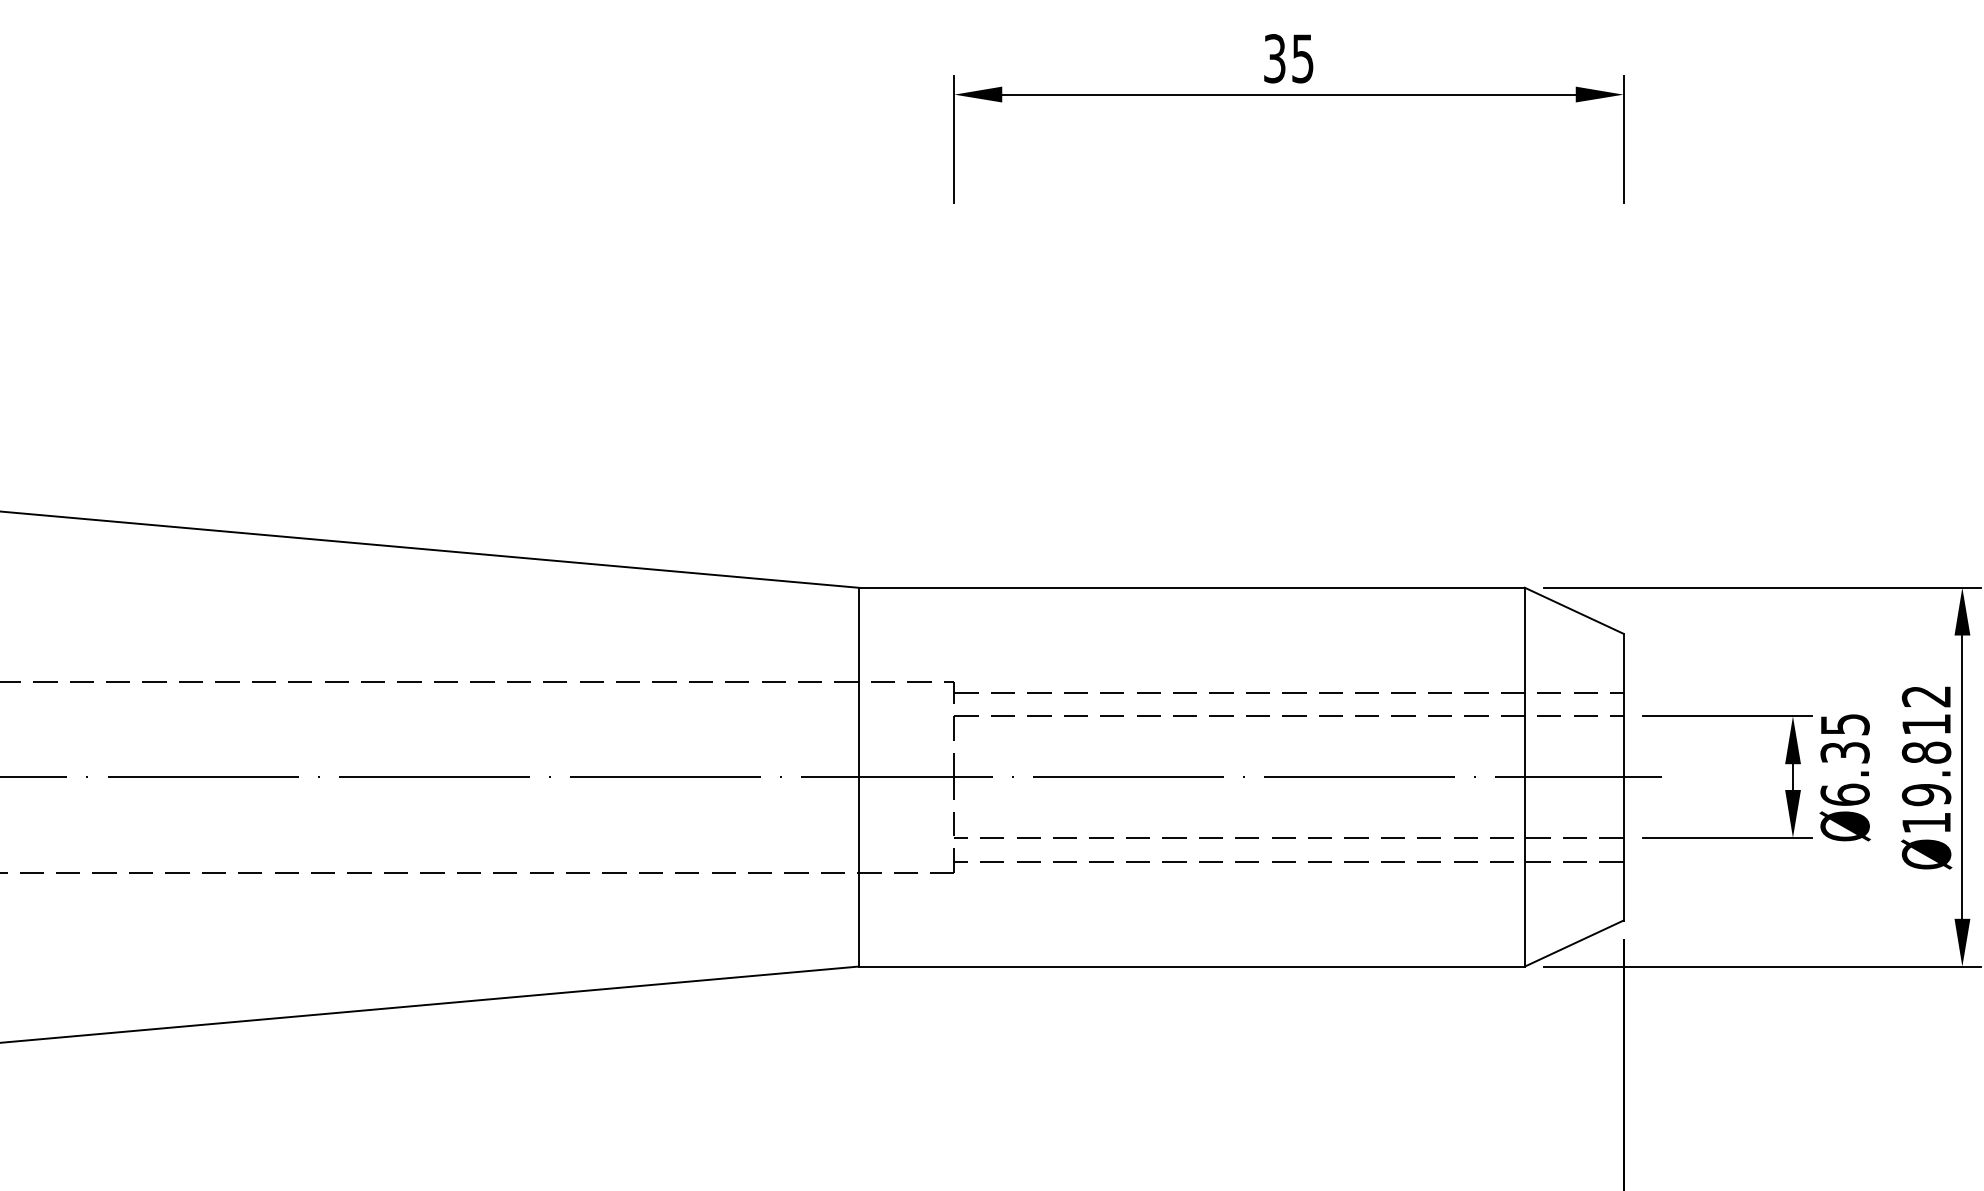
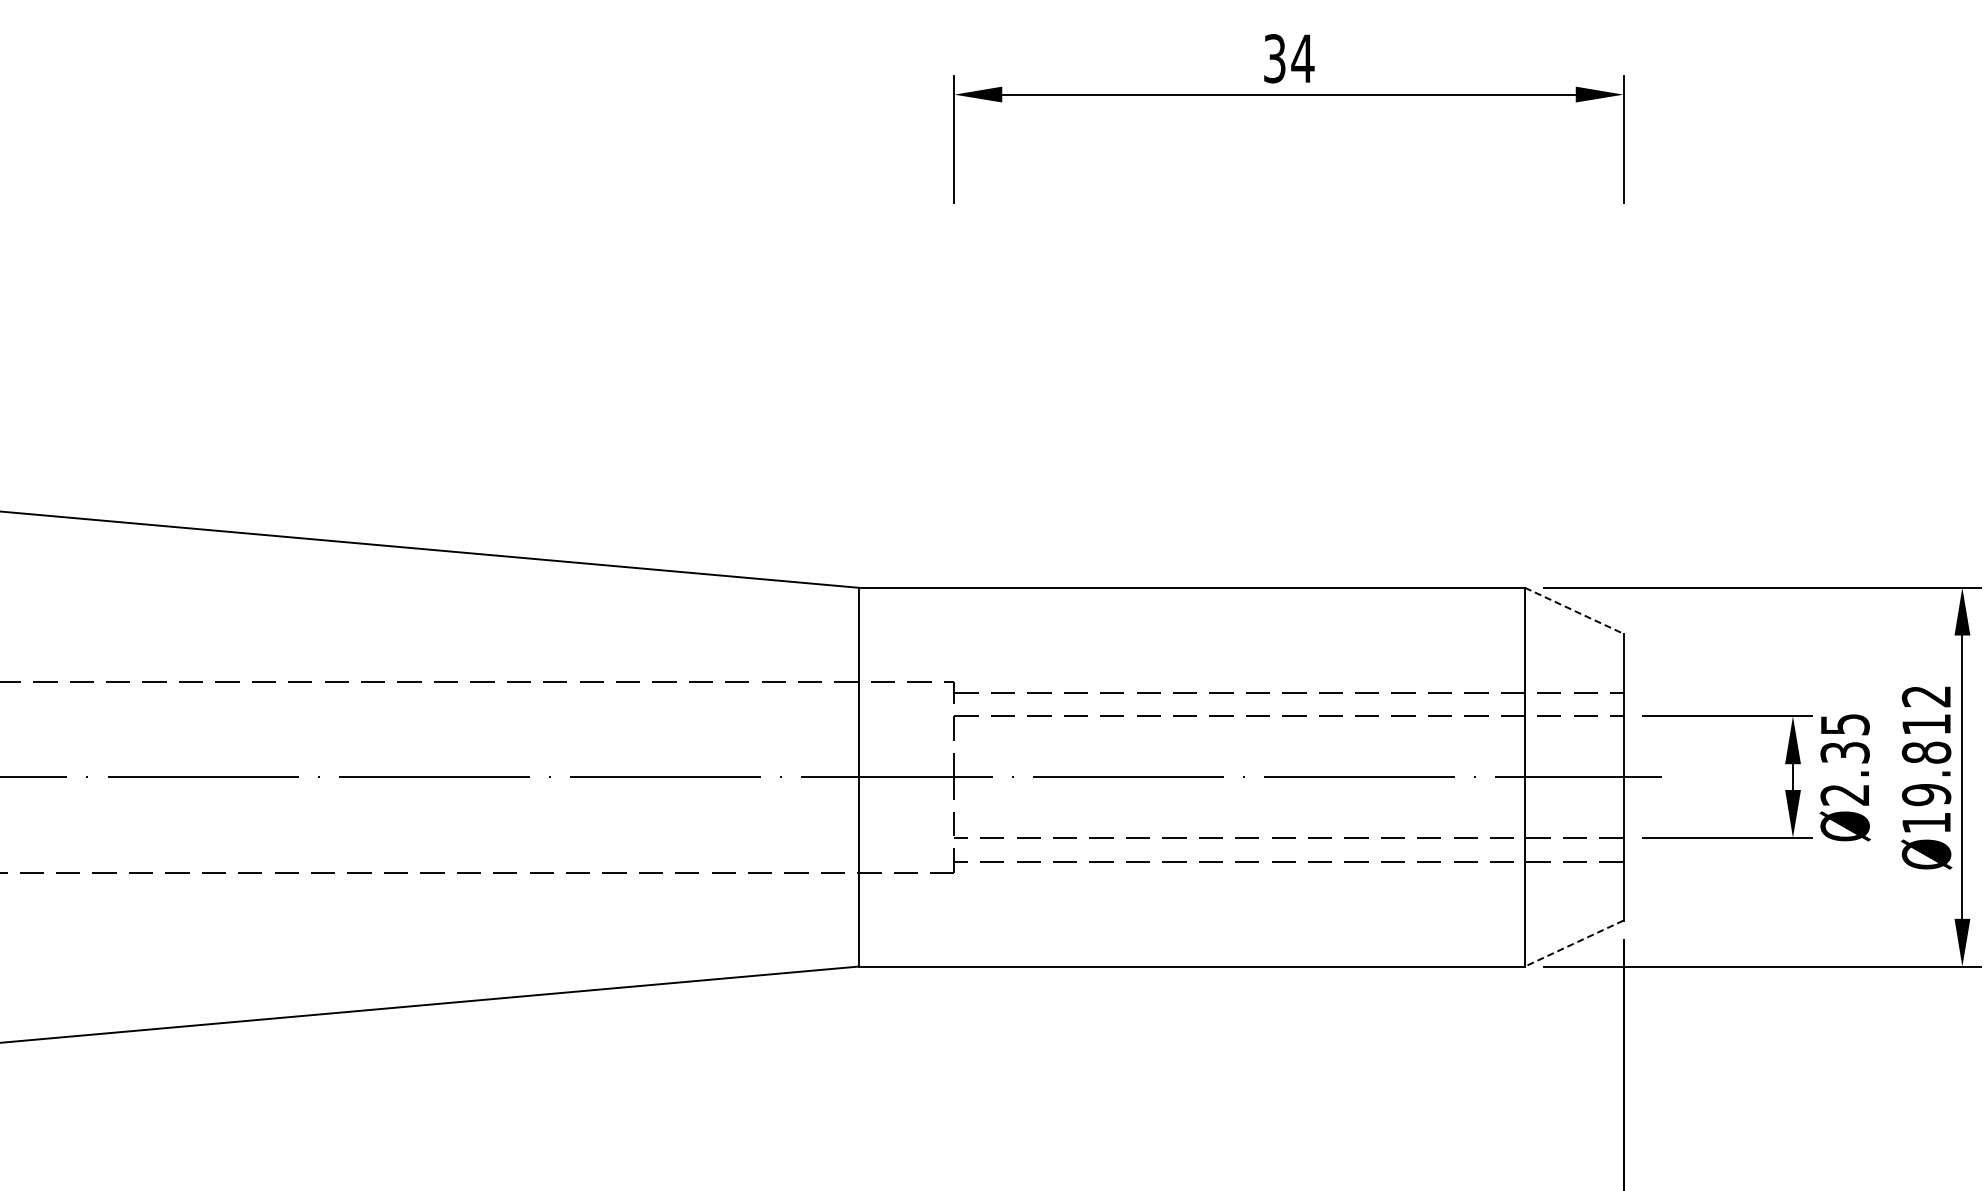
text at (1302, 58): 35 -> 34
line at (1574, 611): solid -> dashed
text at (1844, 794): Ø6.35 -> Ø2.35
line at (1573, 943): solid -> dashed
